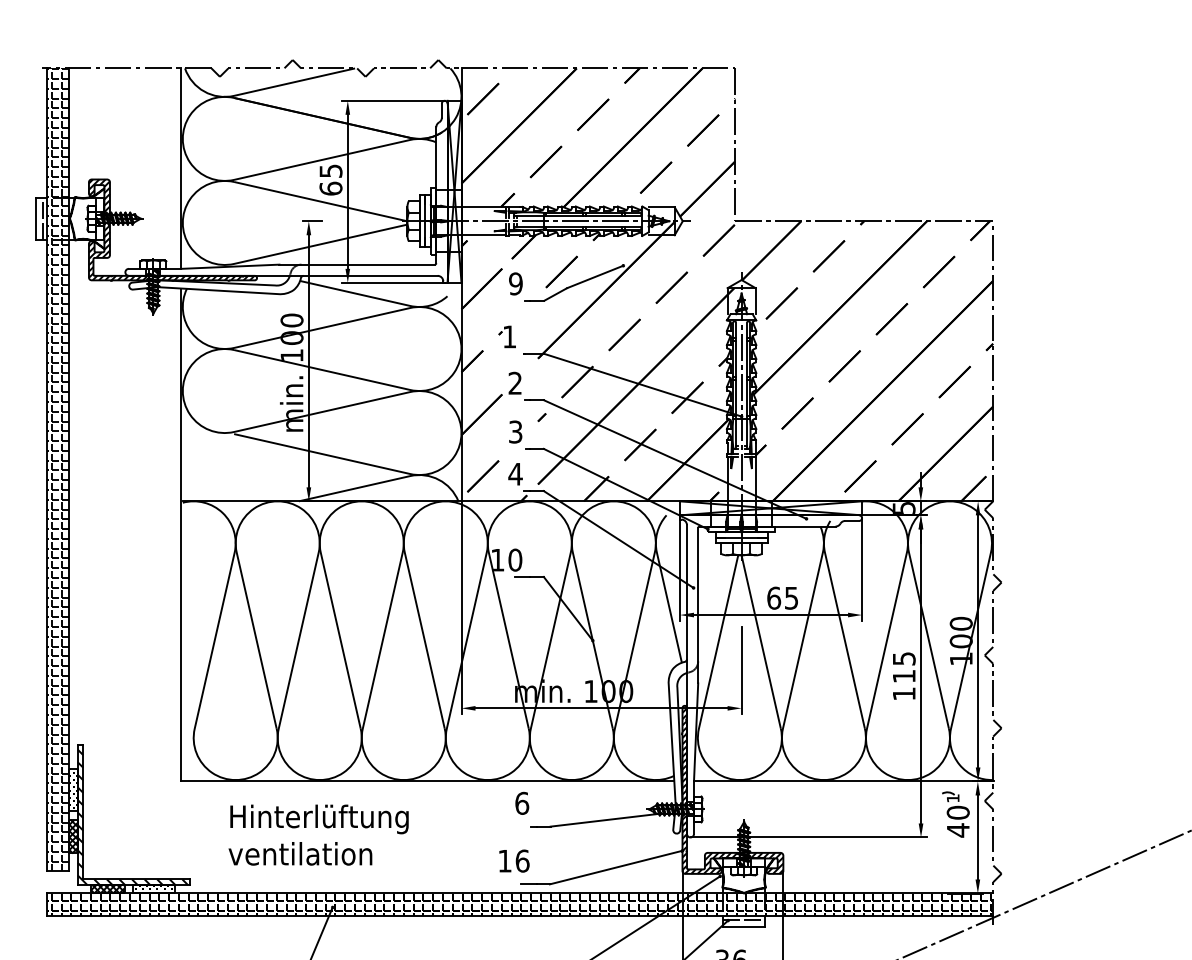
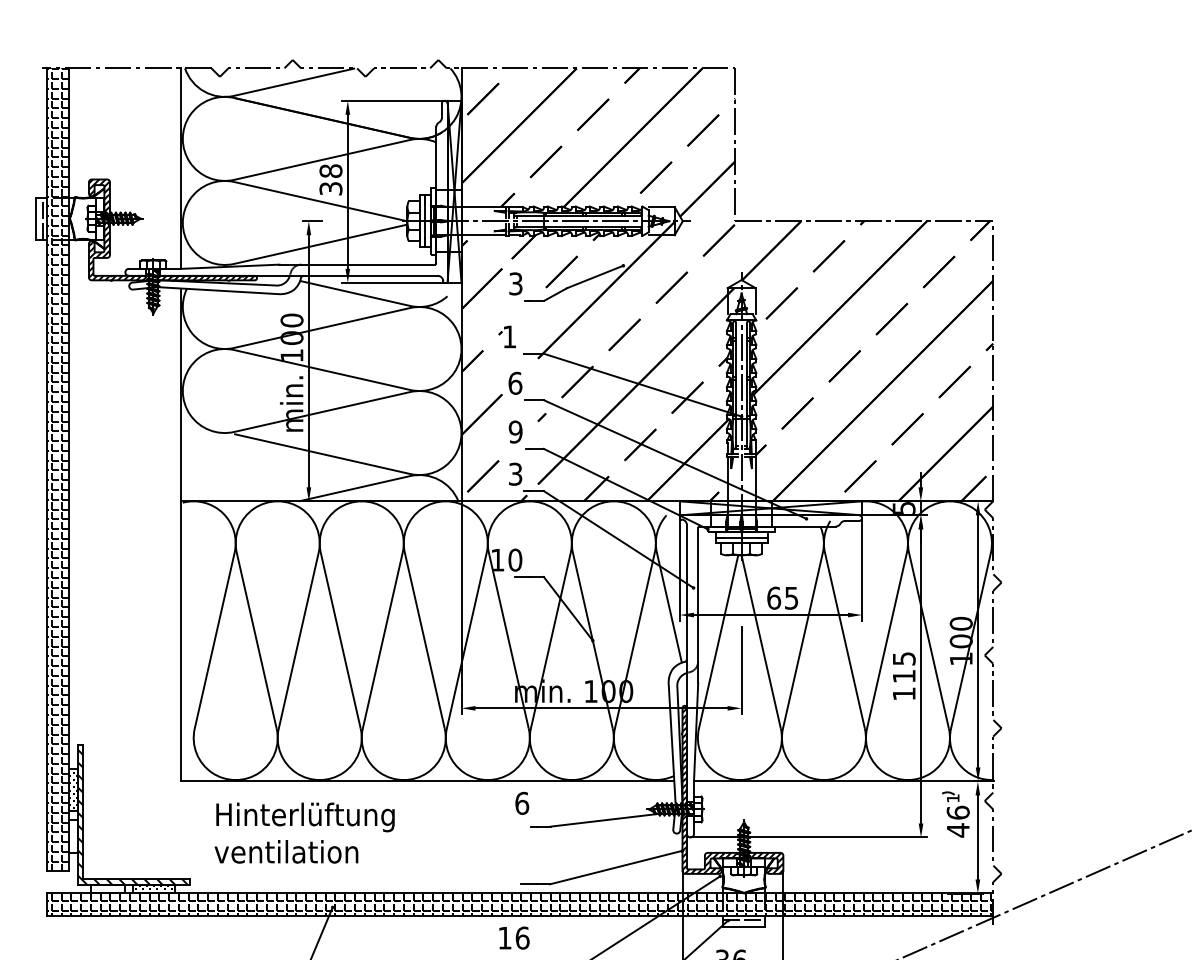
text at (330, 179): 65 -> 38
text at (515, 283): 9 -> 3
text at (515, 382): 2 -> 6
text at (515, 431): 3 -> 9
text at (515, 473): 4 -> 3
text at (957, 812): 40¹ -> 46¹
text at (318, 834) position: (318, 834) -> (304, 832)
hatch at (73, 836): present -> none
text at (514, 860) position: (514, 860) -> (514, 937)
hatch at (107, 889): present -> none
